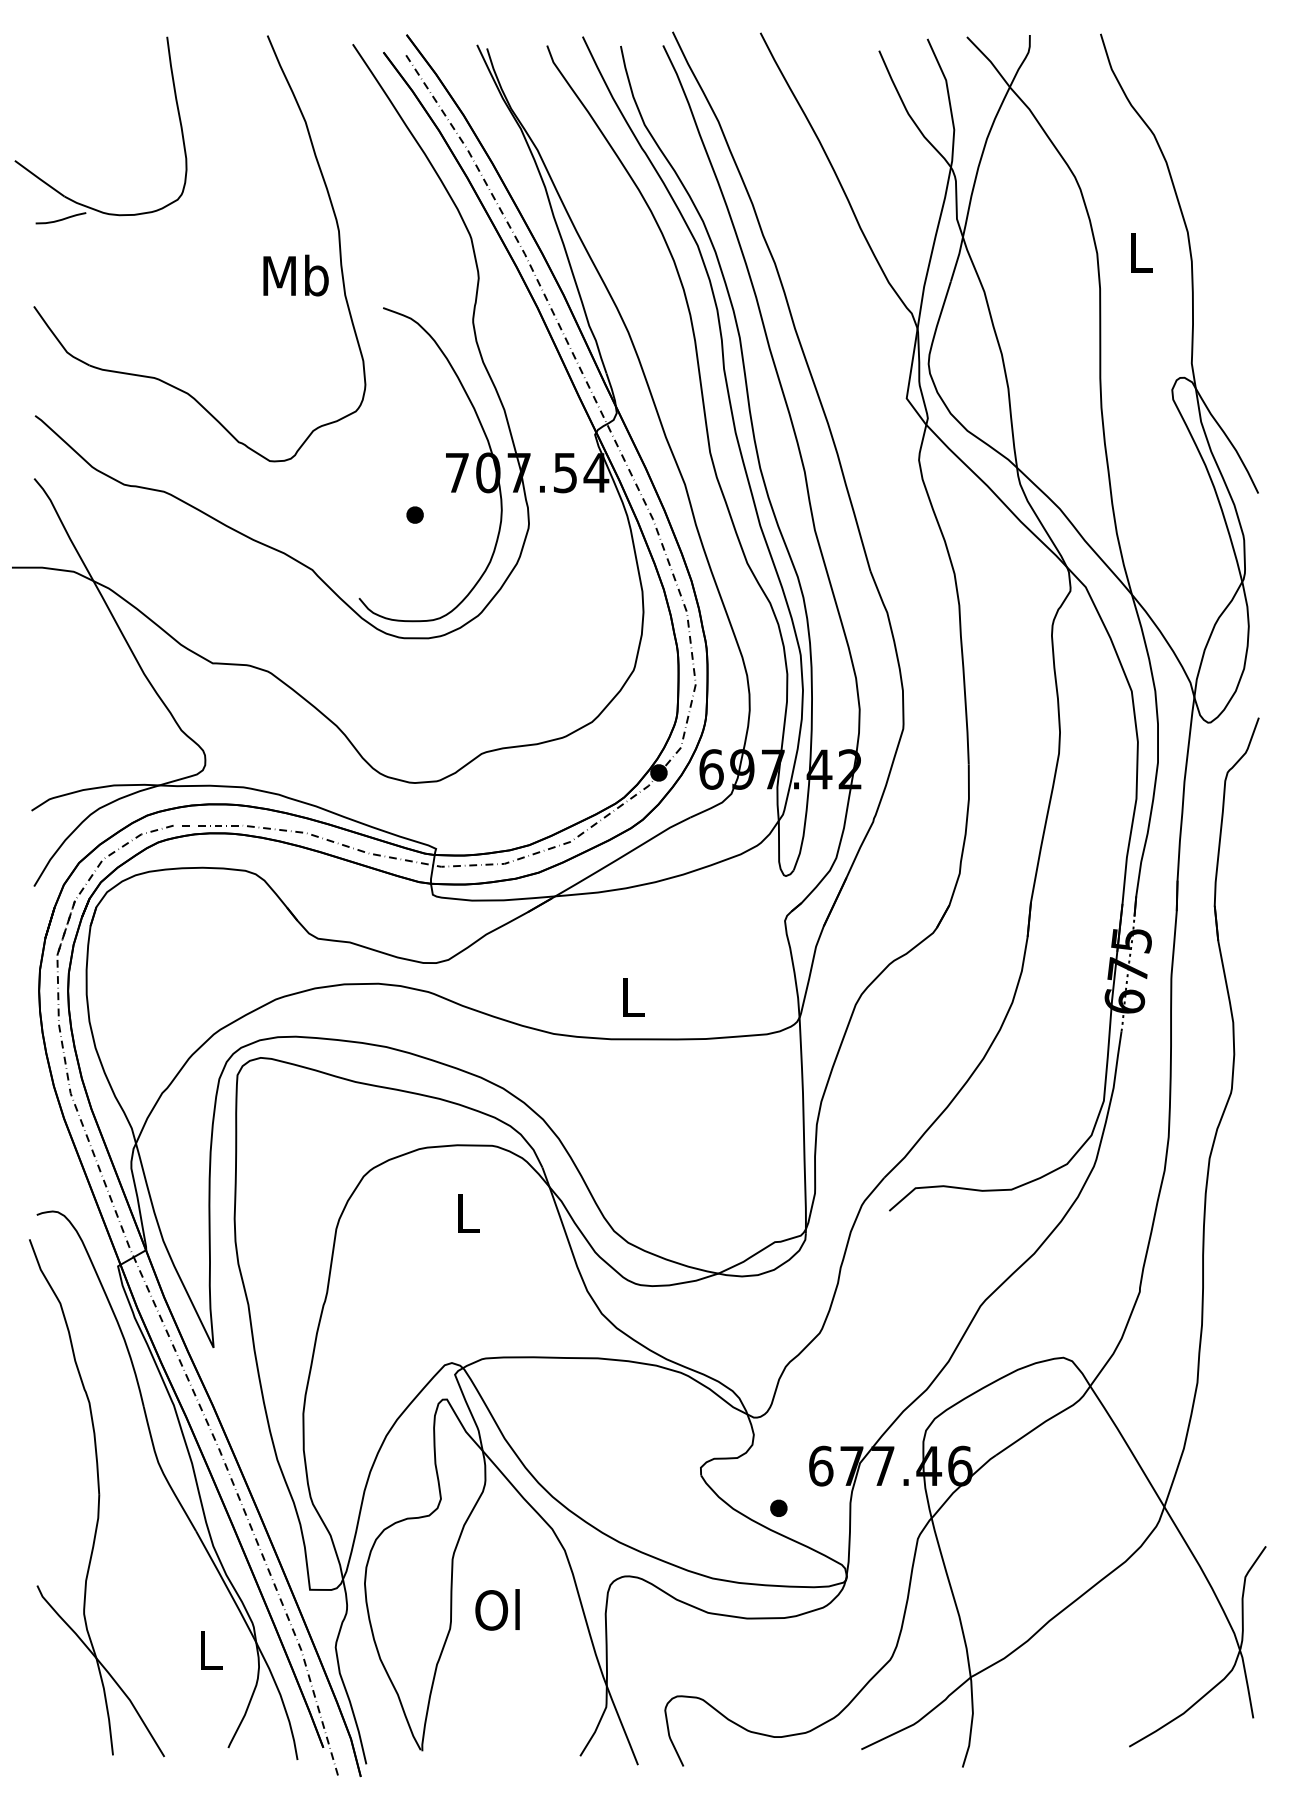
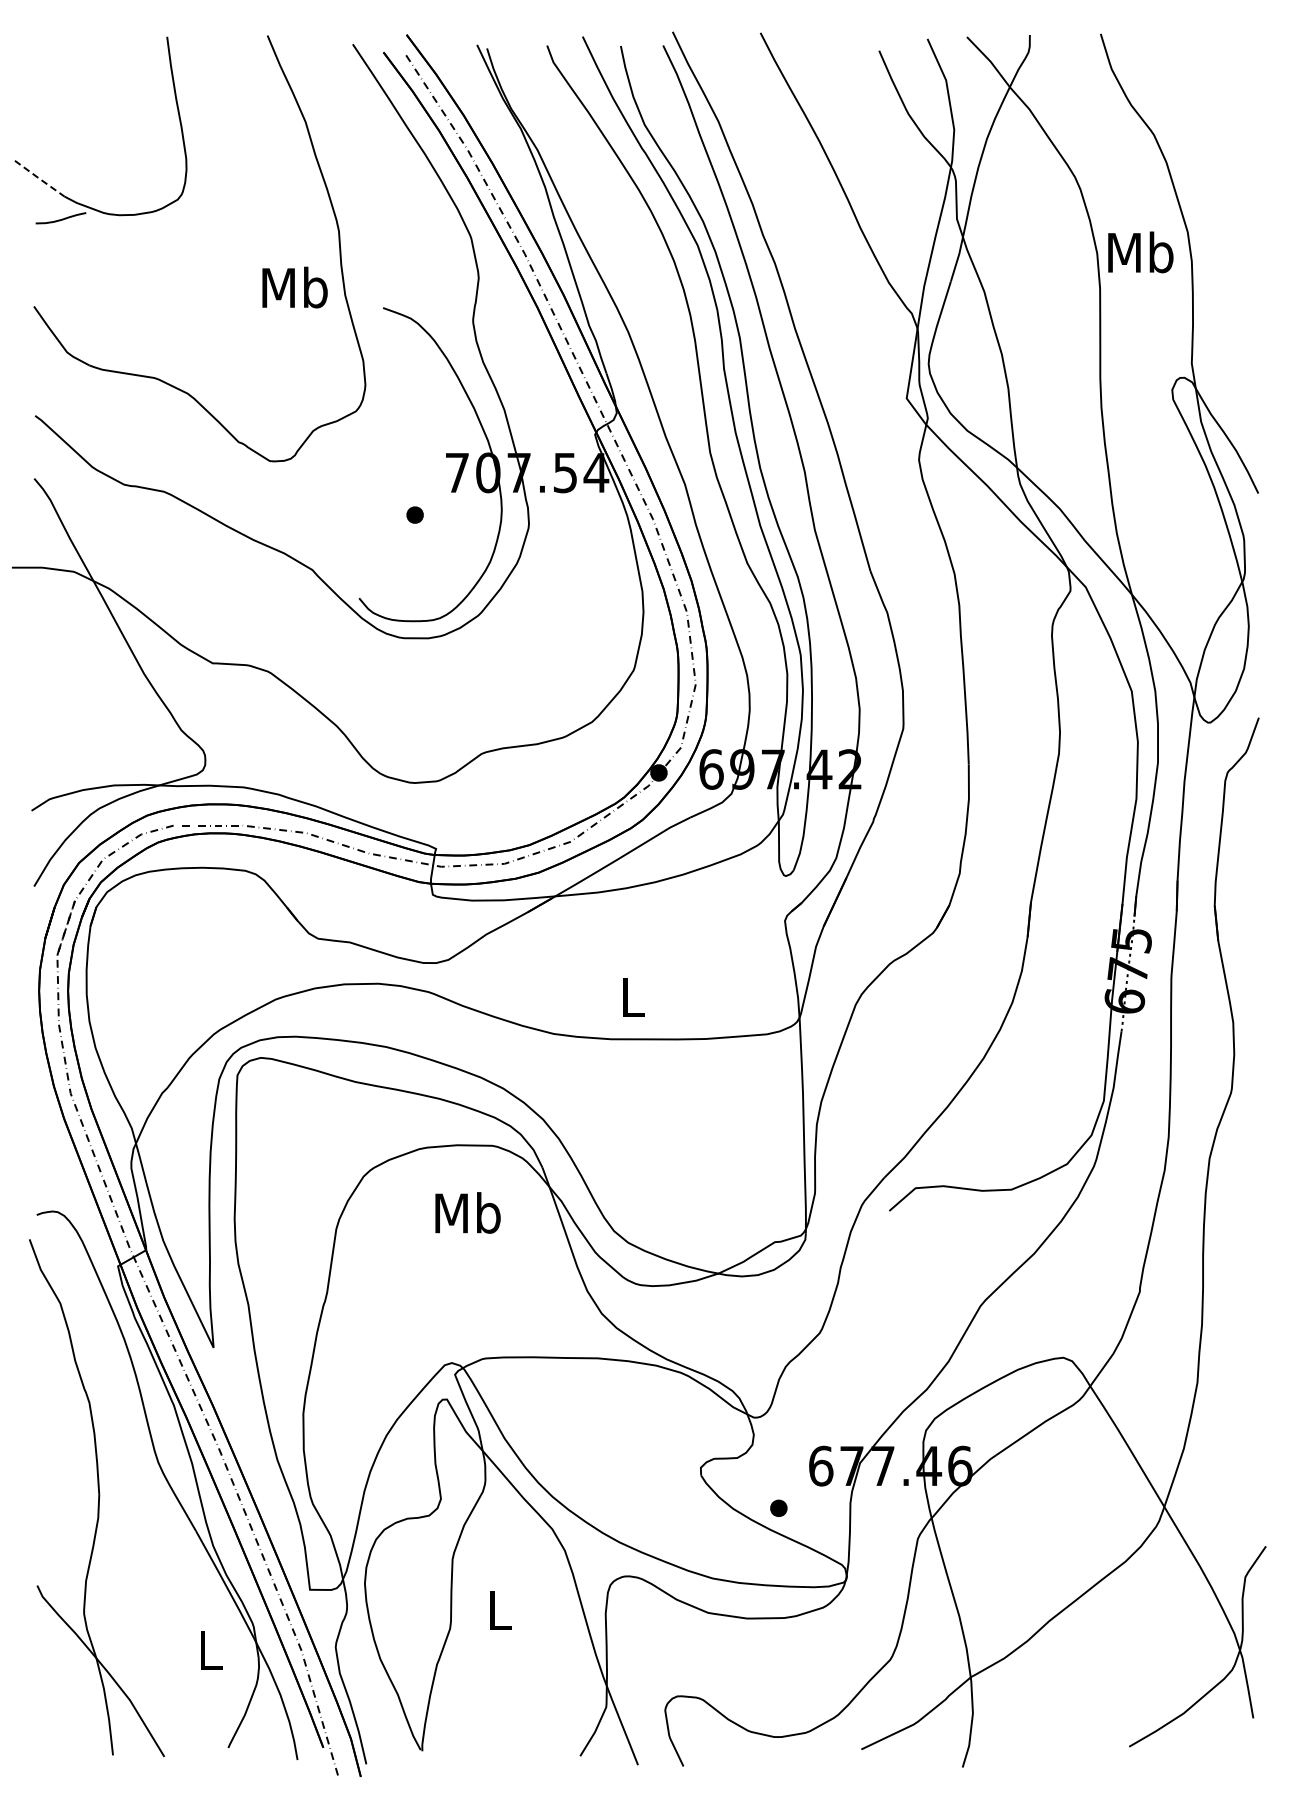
line at (39, 178): solid -> dashed
text at (1140, 252): L -> Mb
text at (295, 275) position: (295, 275) -> (294, 287)
text at (467, 1212): L -> Mb
text at (497, 1609): Ol -> L
